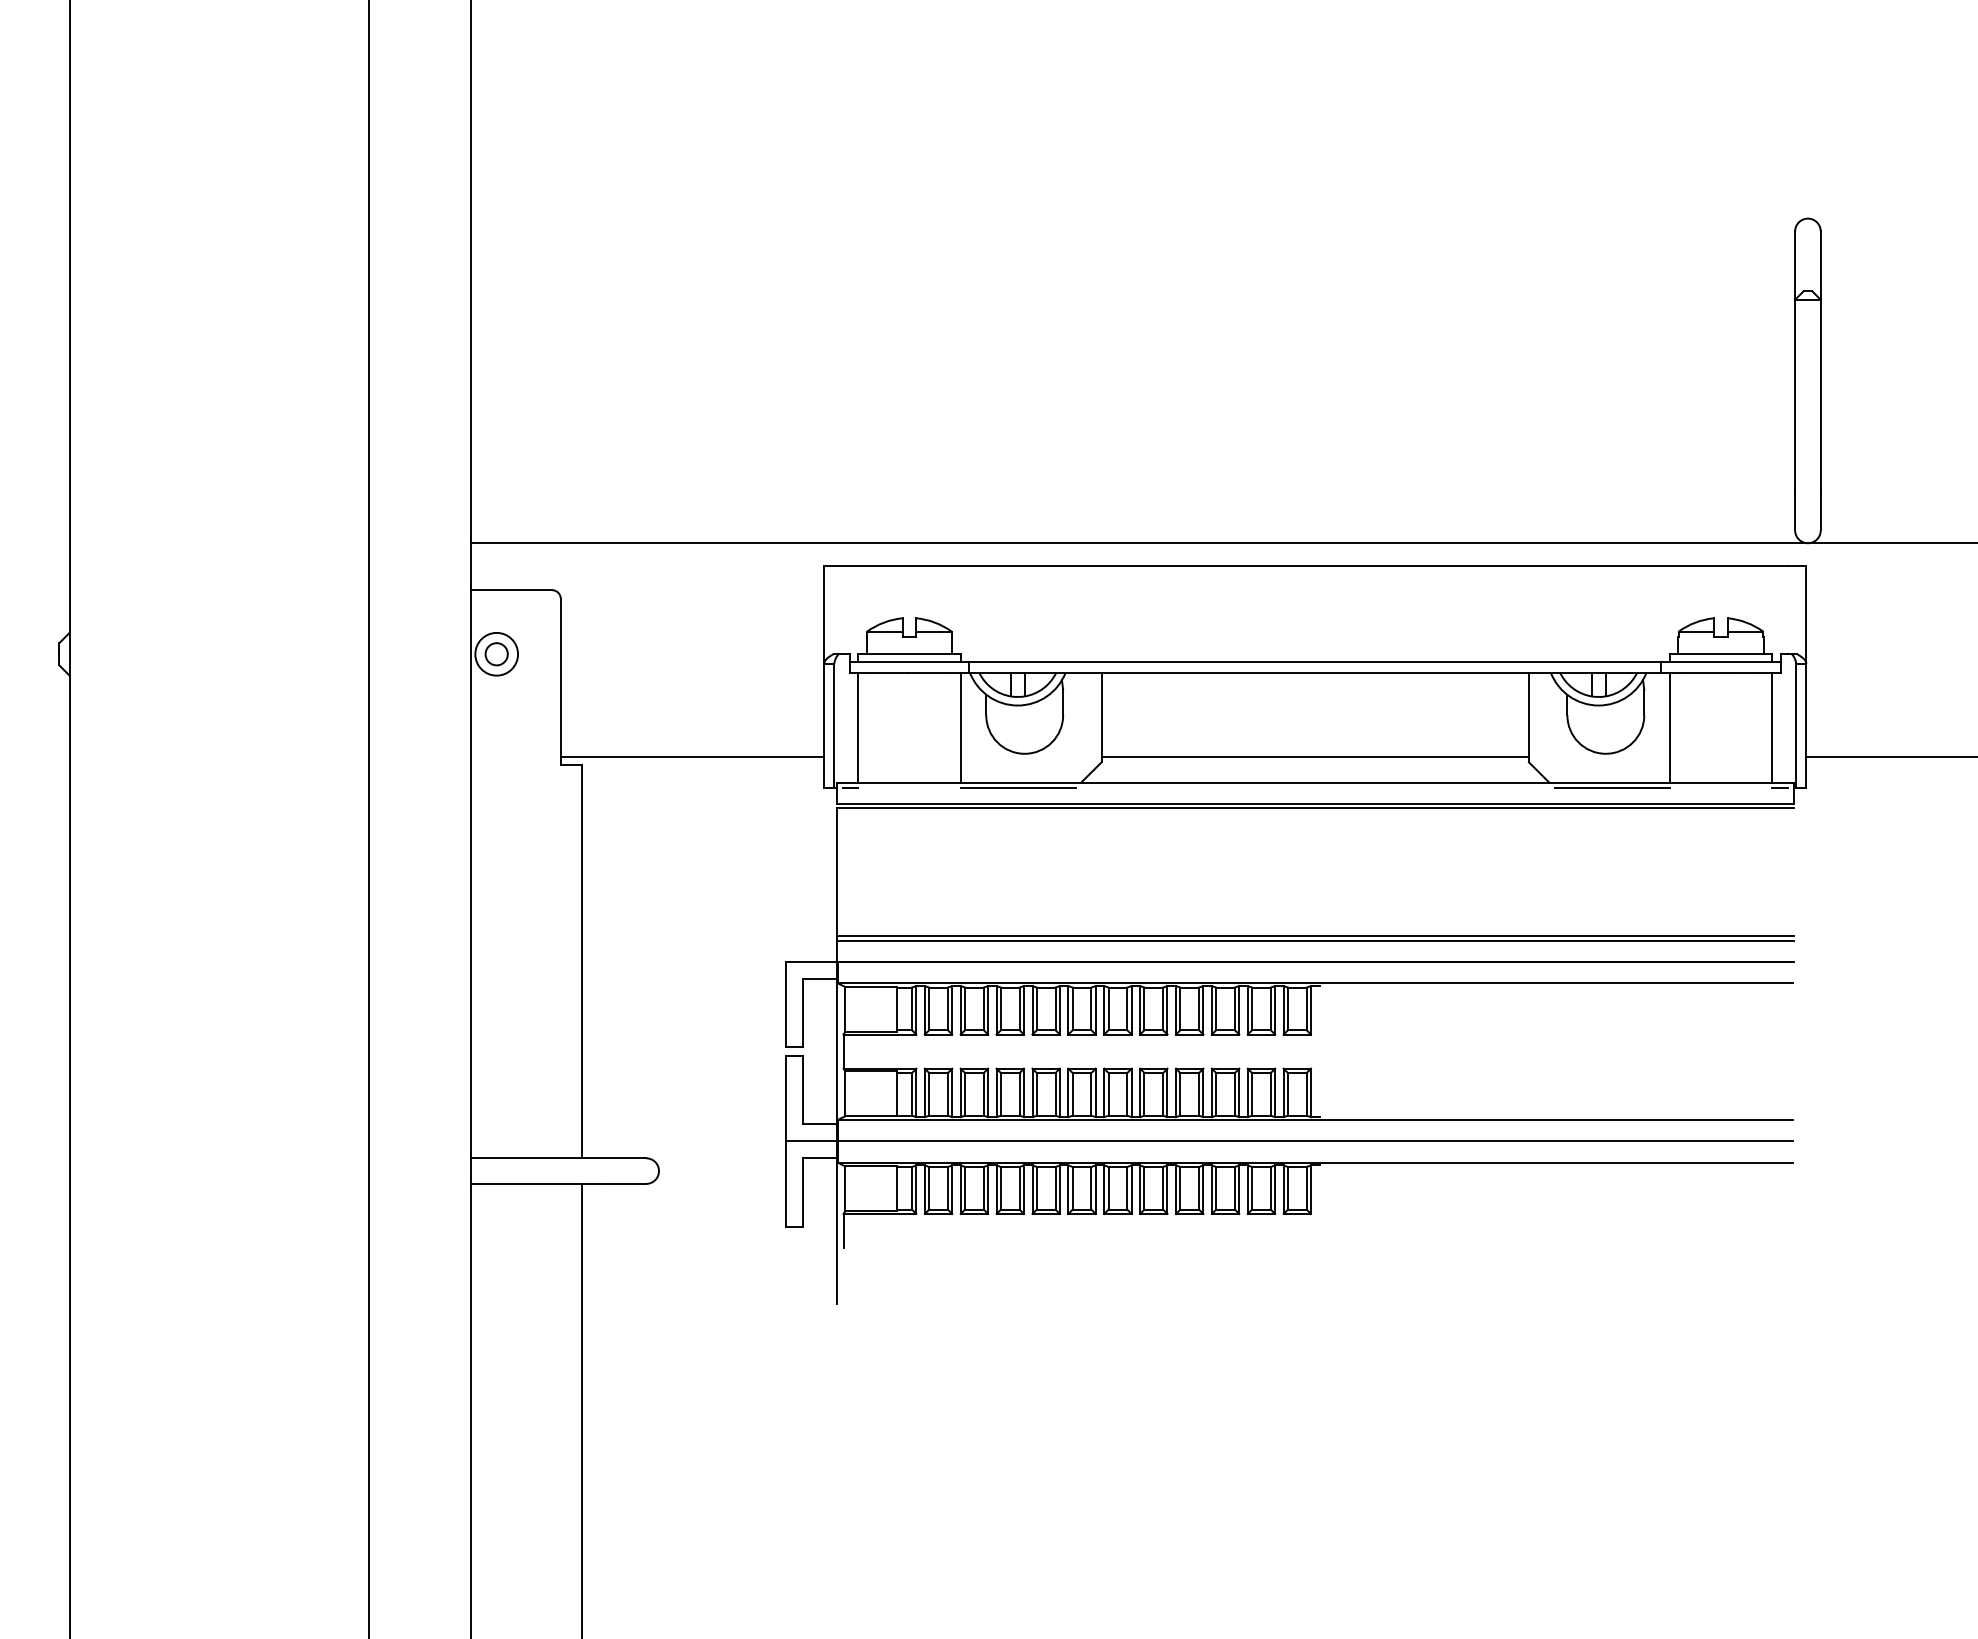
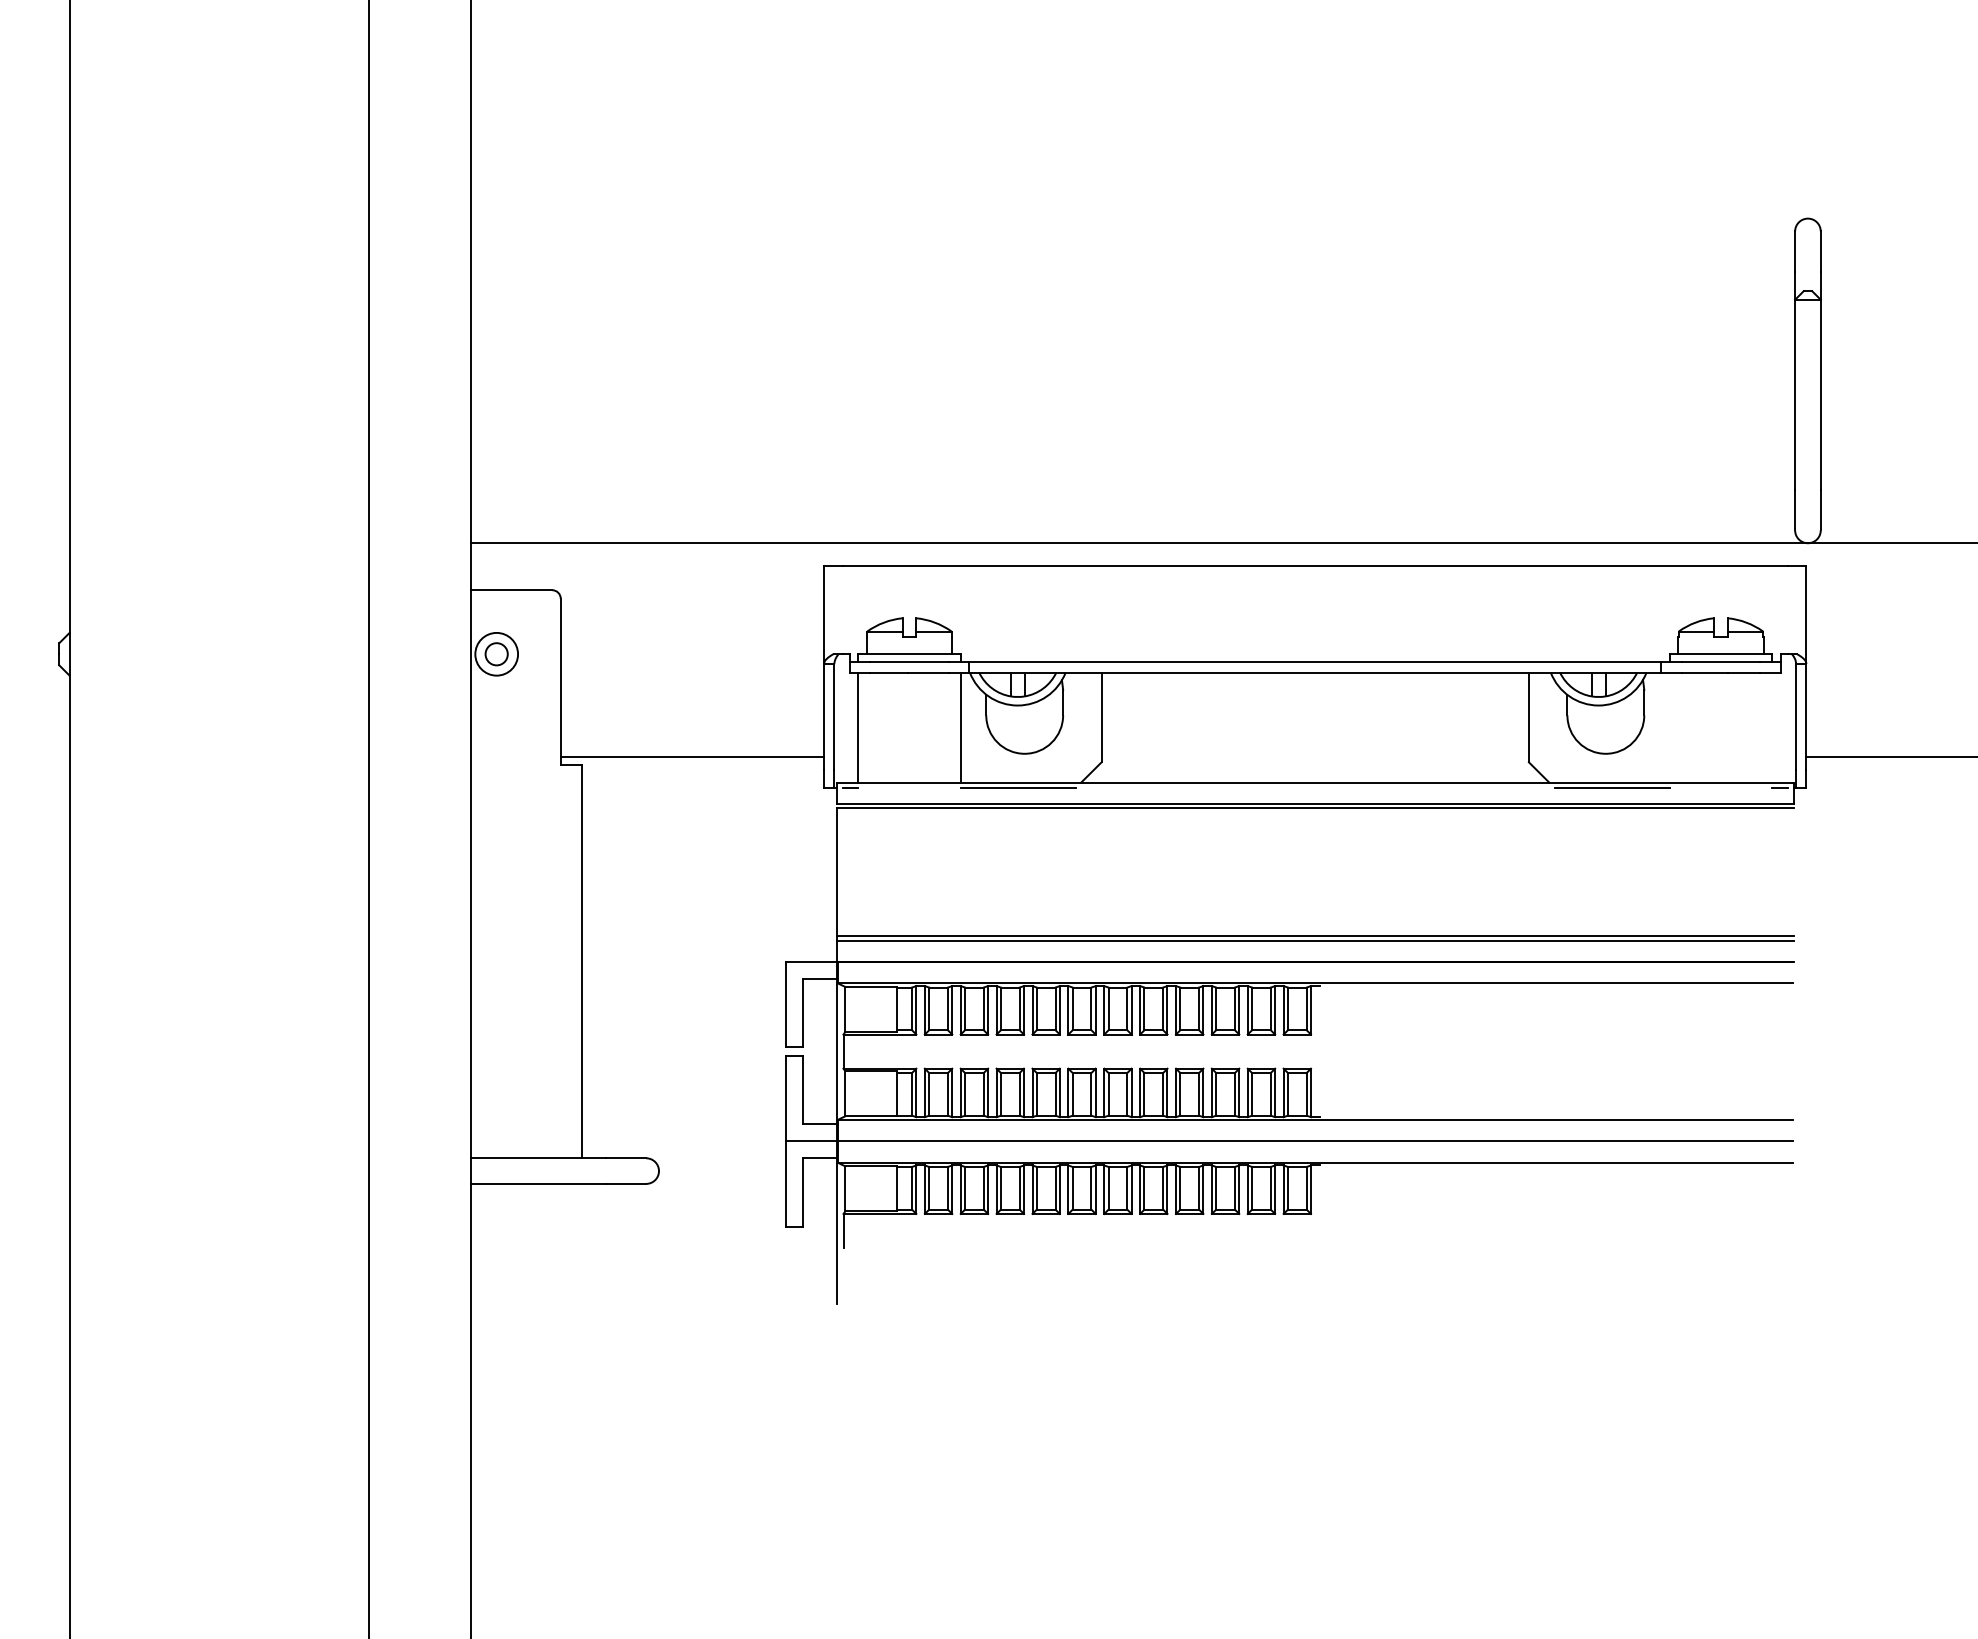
line at (1669, 727): present -> none
line at (1772, 727): present -> none
line at (1314, 756): present -> none
line at (581, 1409): present -> none
